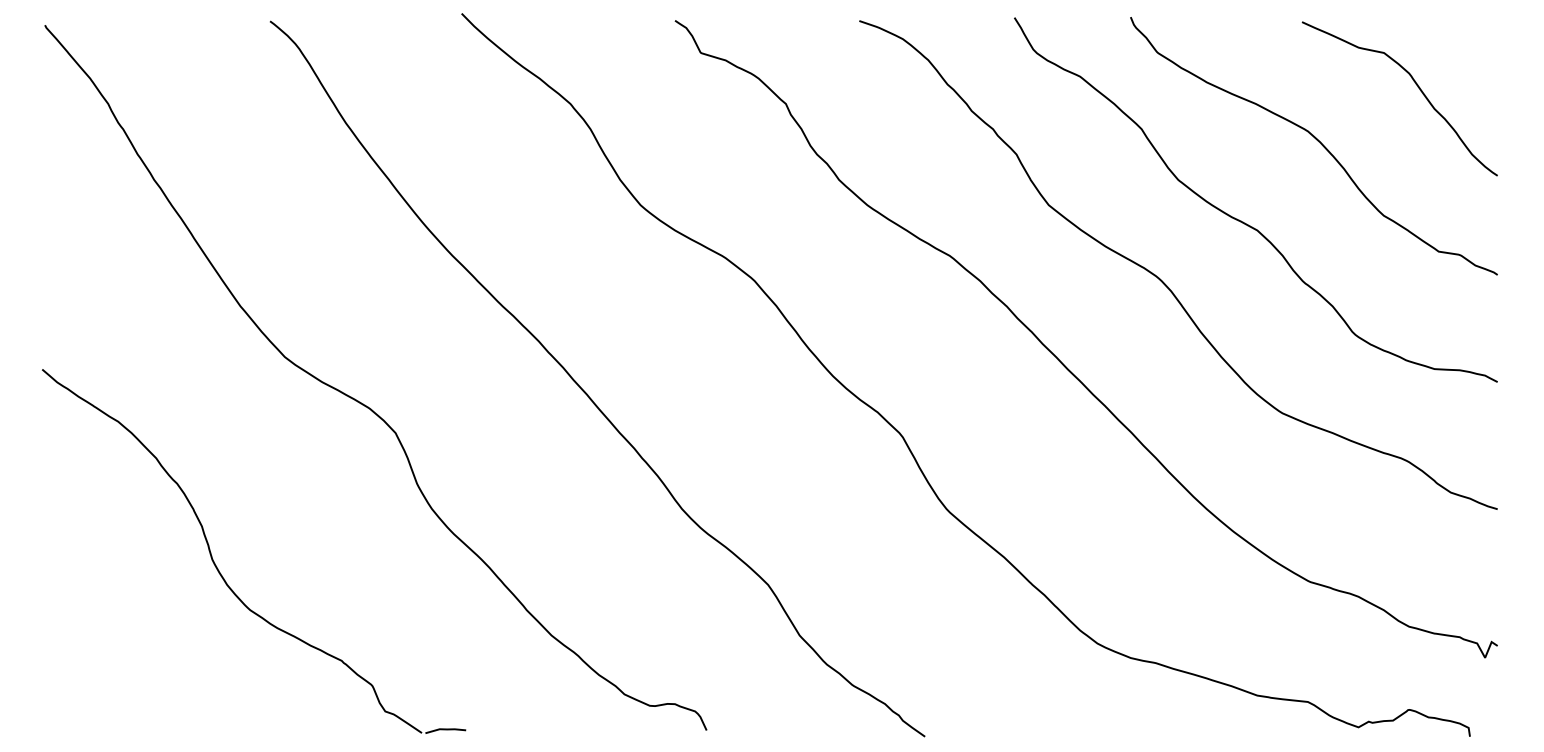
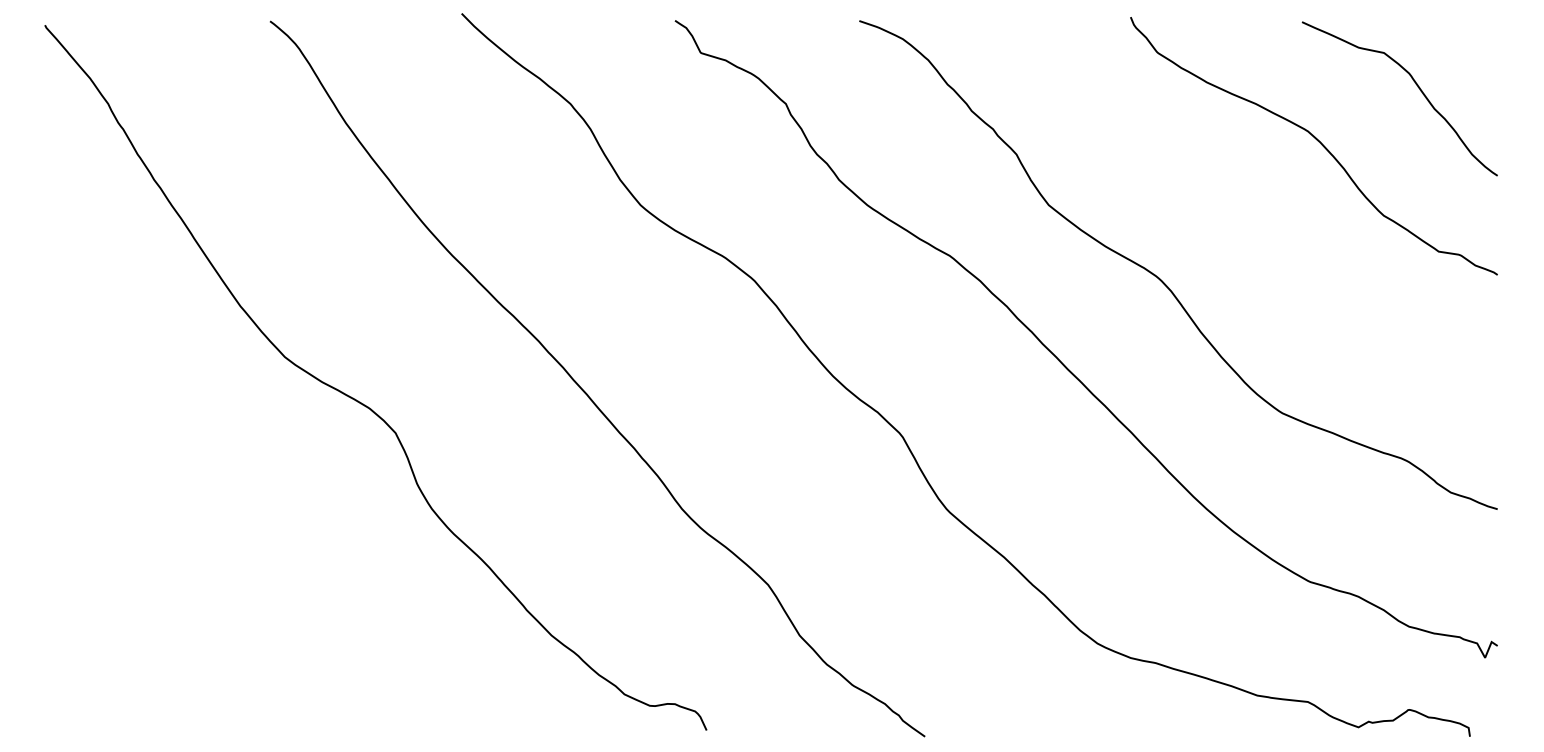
curve at (1243, 221): present -> none
part at (221, 573): present -> none
